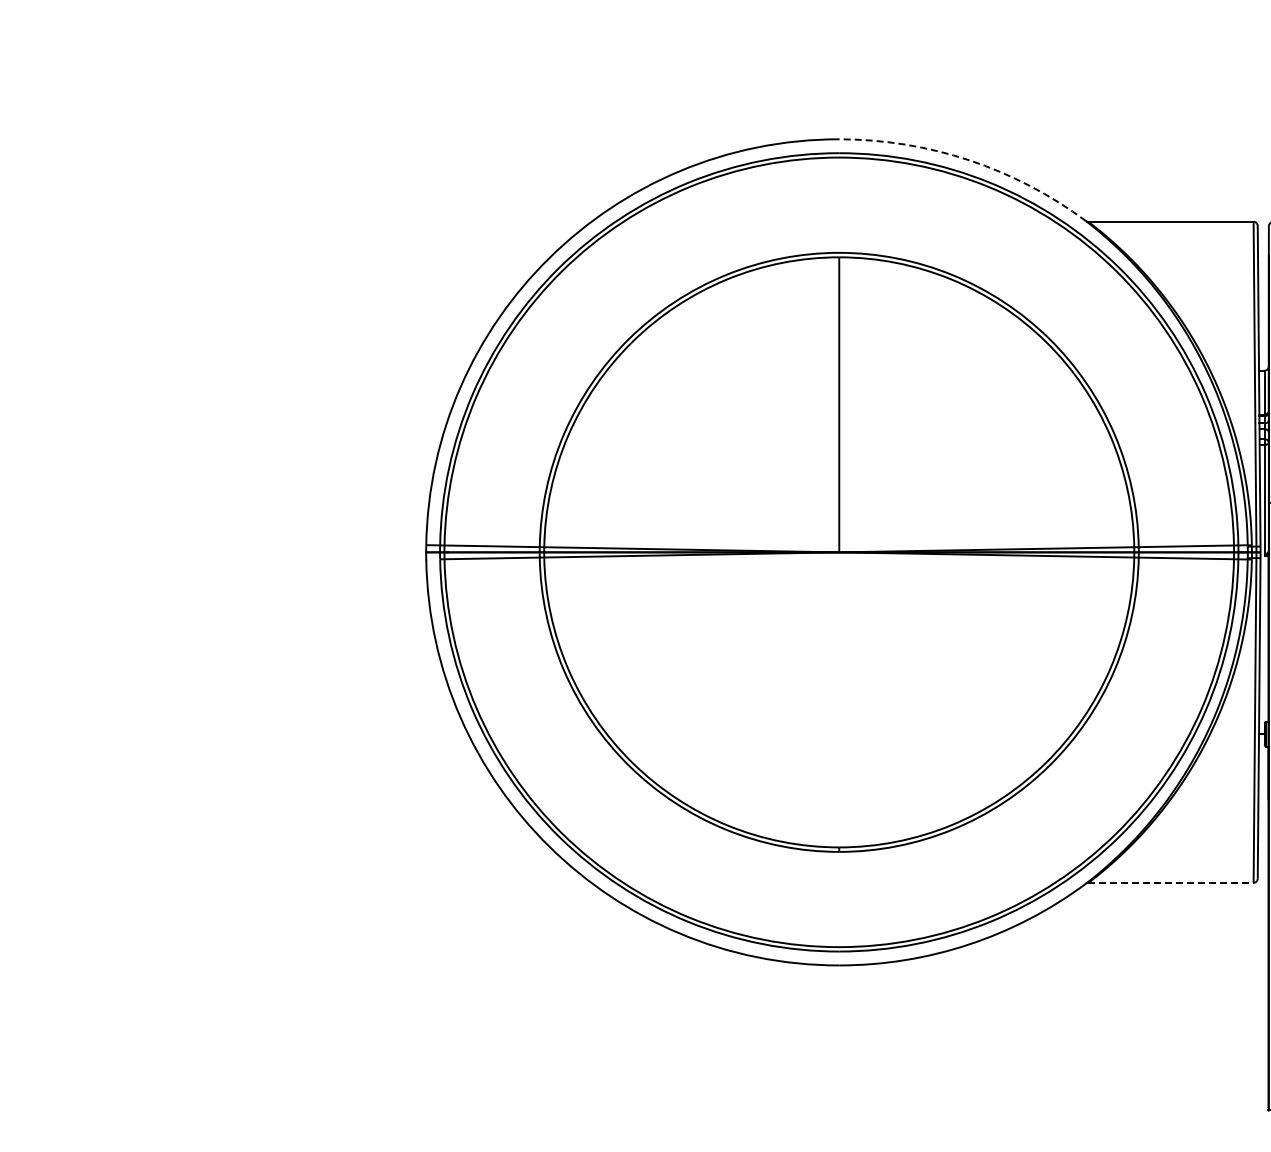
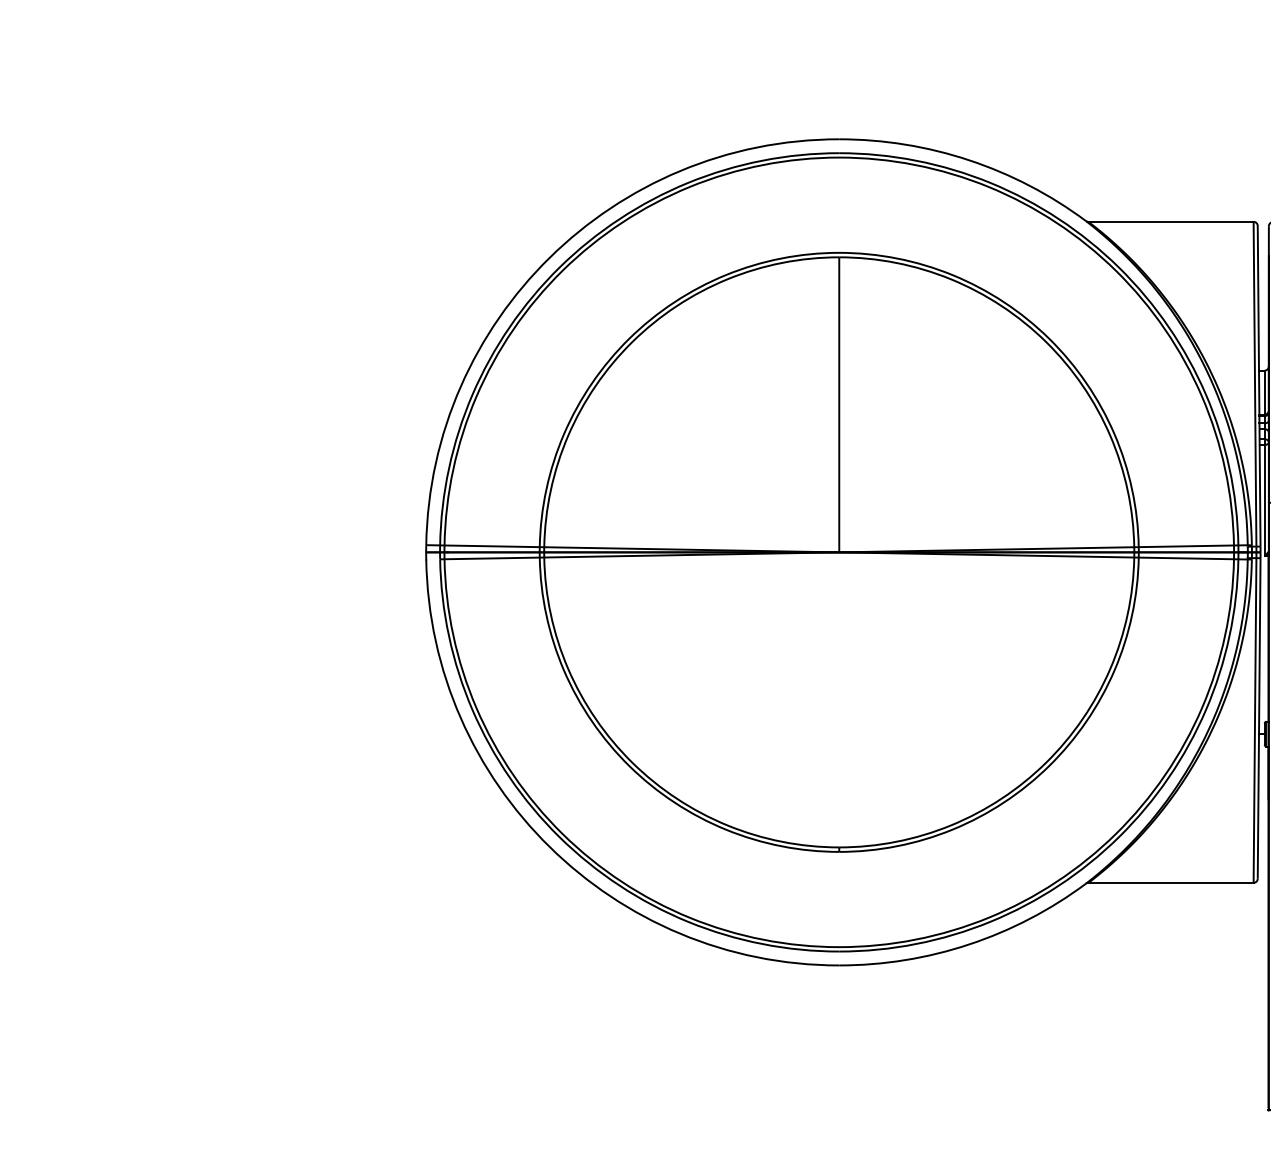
arc at (969, 160): dashed -> solid
line at (1171, 882): dashed -> solid
